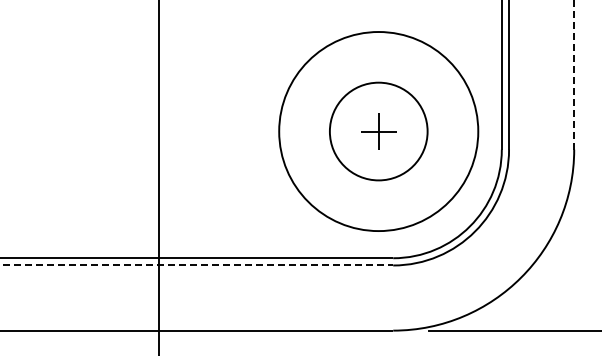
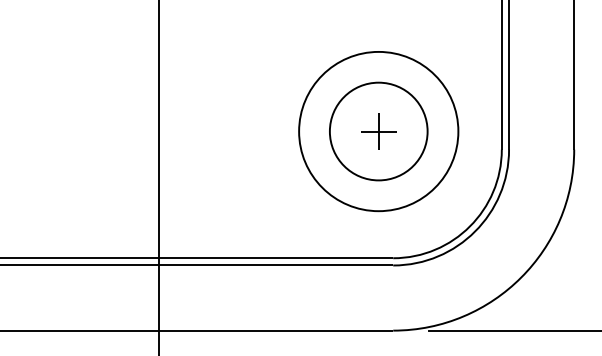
line at (574, 74): dashed -> solid
circle at (378, 131) diameter: 199 px -> 159 px
line at (197, 265): dashed -> solid
